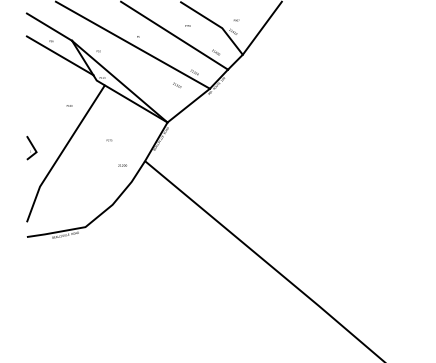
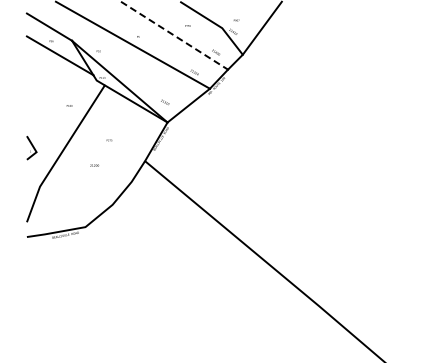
line at (174, 35): solid -> dashed
text at (177, 85) position: (177, 85) -> (165, 102)
text at (122, 165) position: (122, 165) -> (94, 165)
